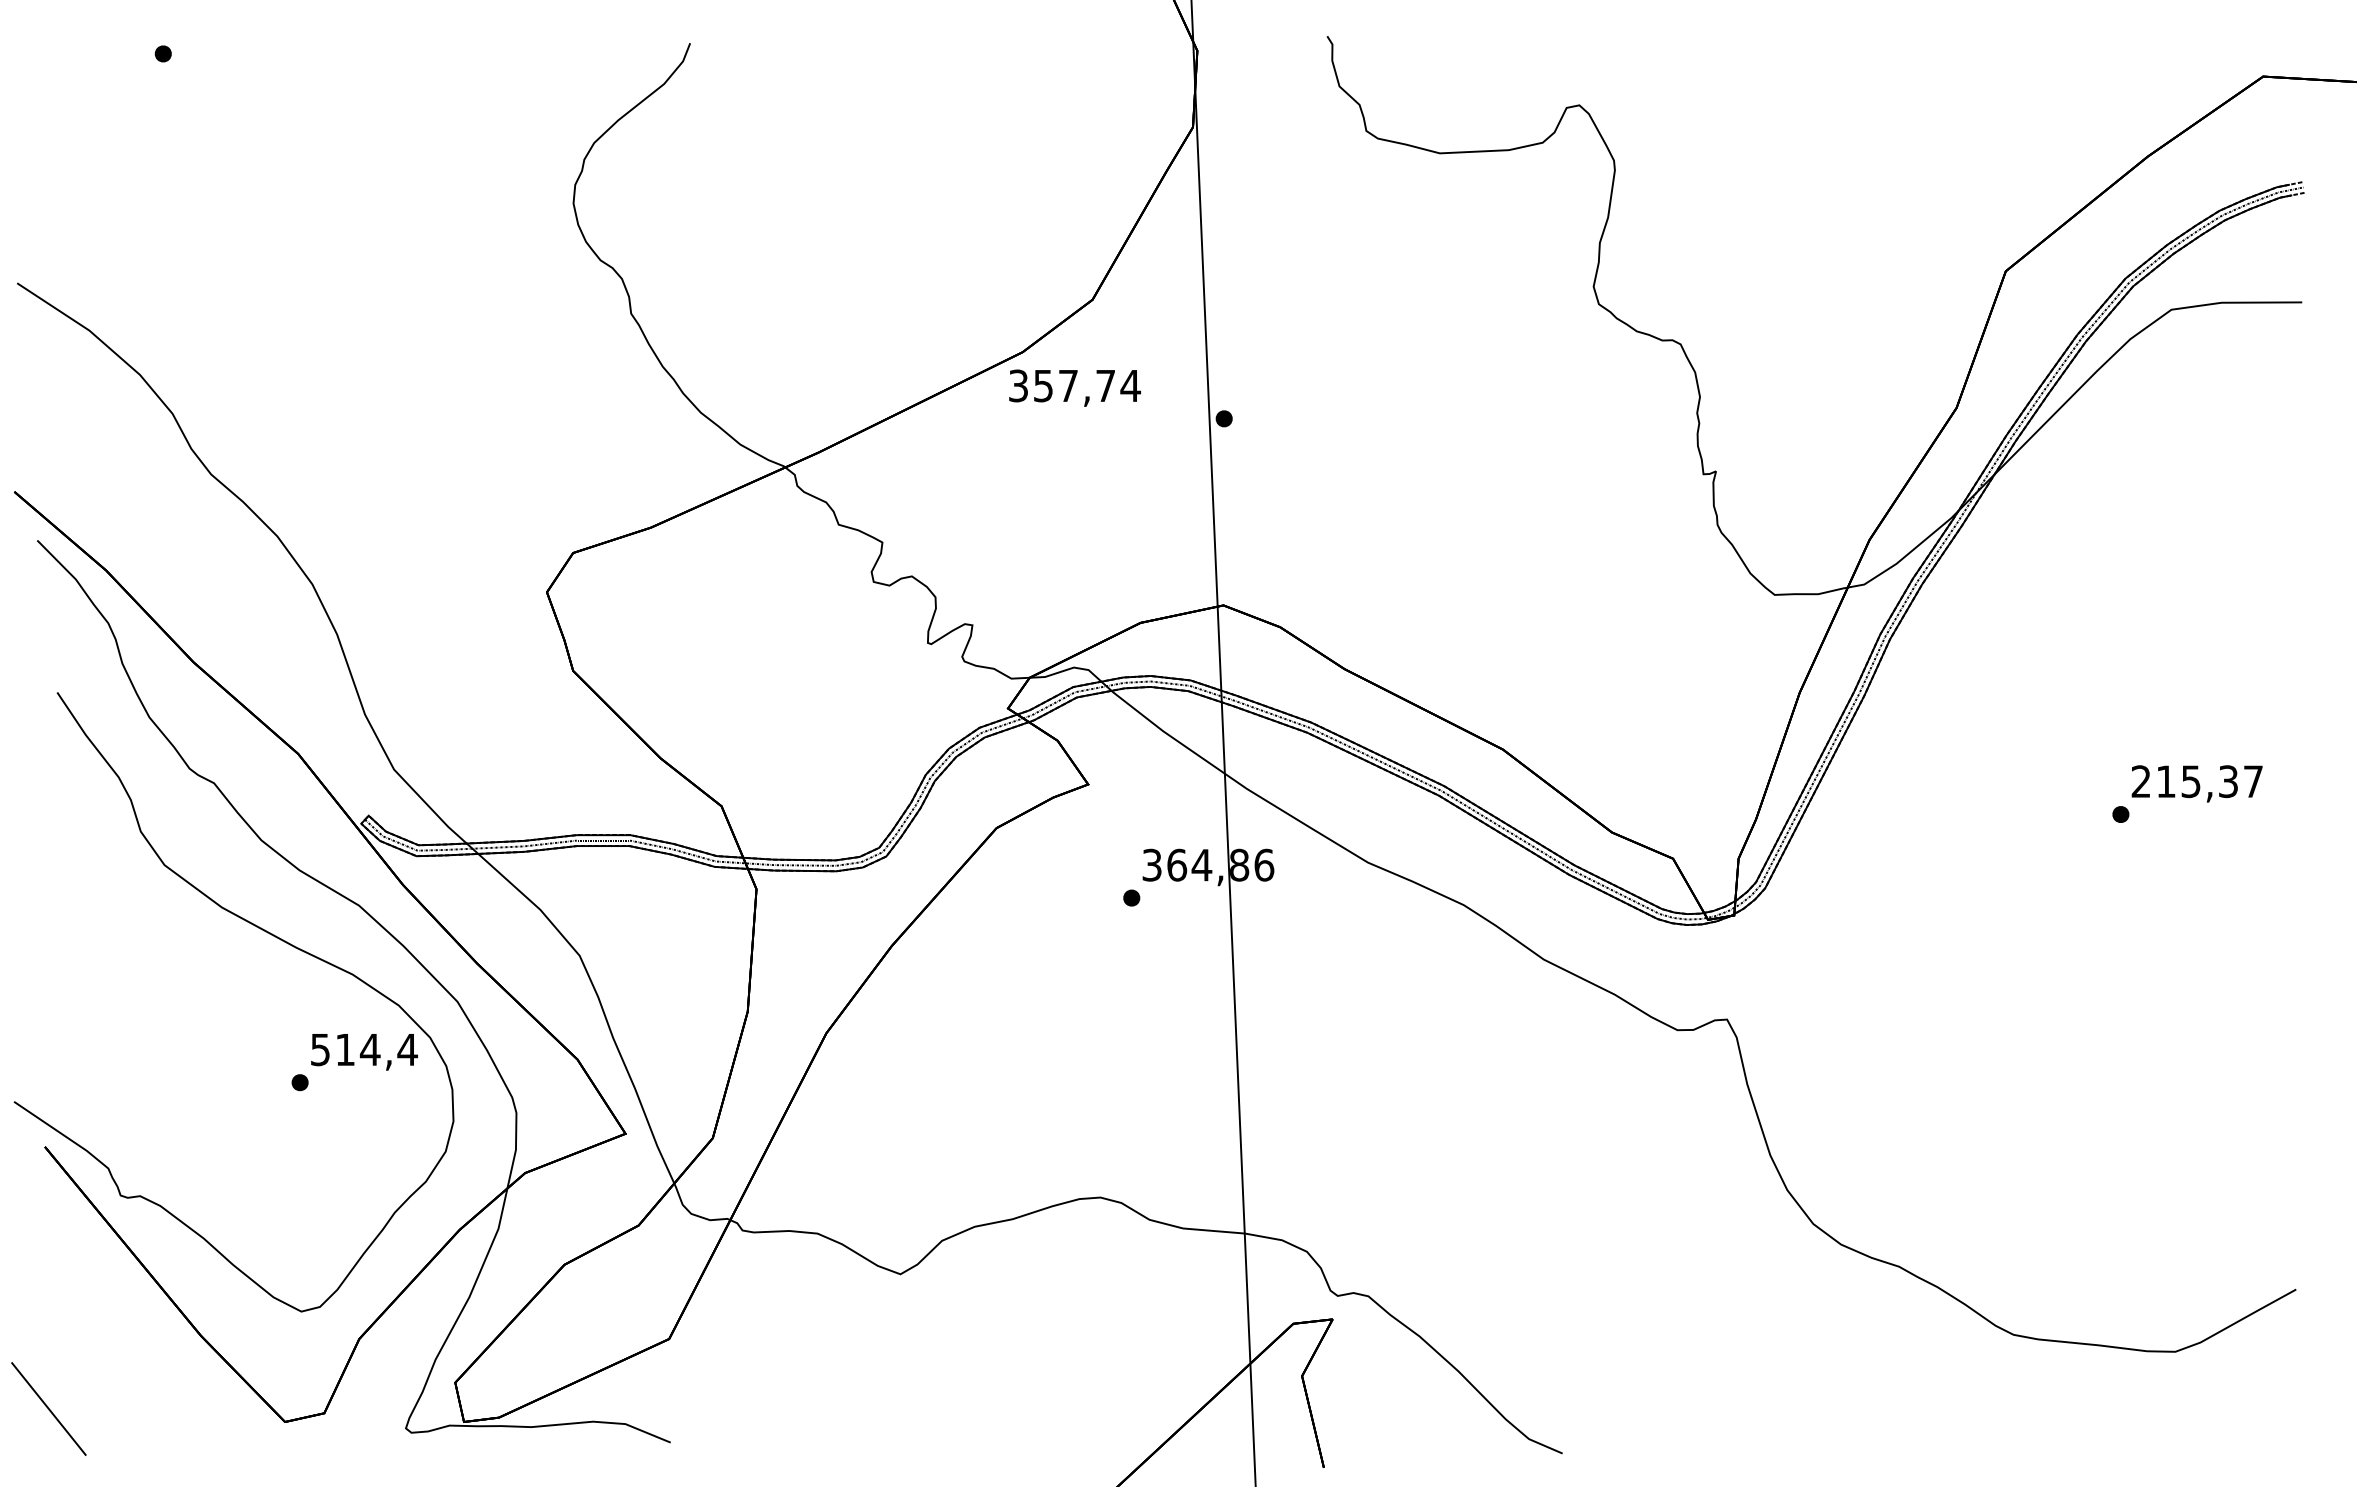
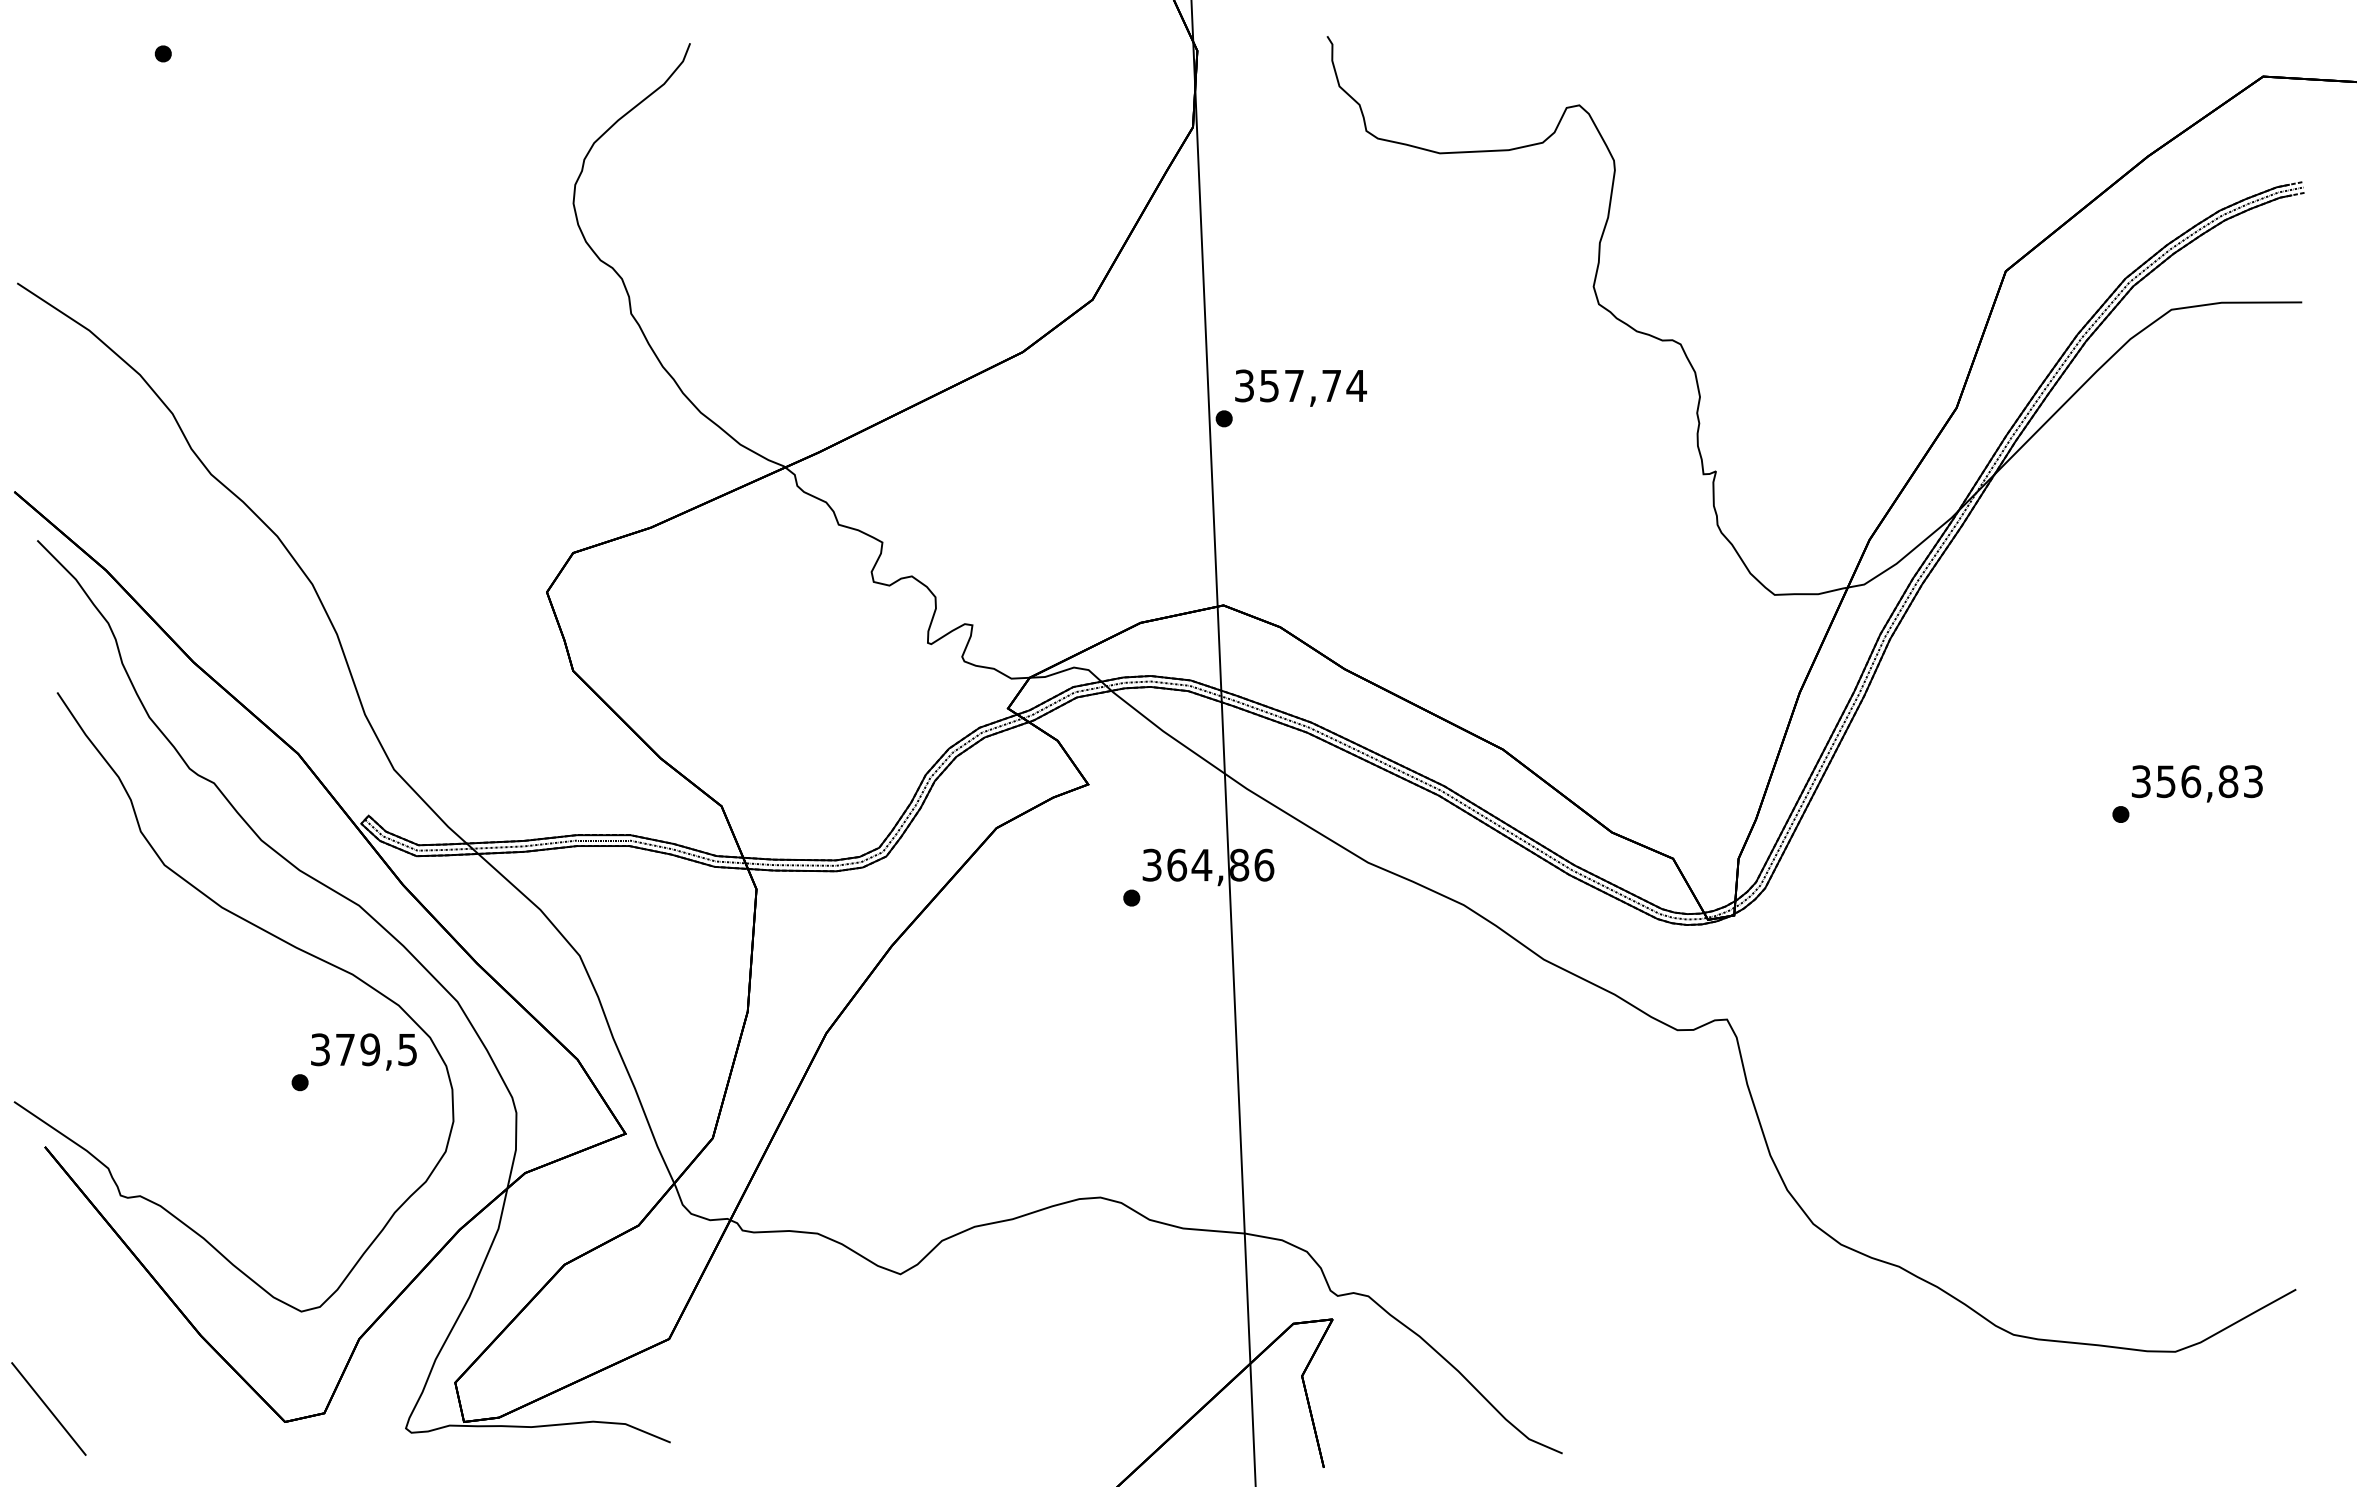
text at (1074, 387) position: (1074, 387) -> (1300, 387)
text at (2196, 781): 215,37 -> 356,83
text at (364, 1049): 514,4 -> 379,5
